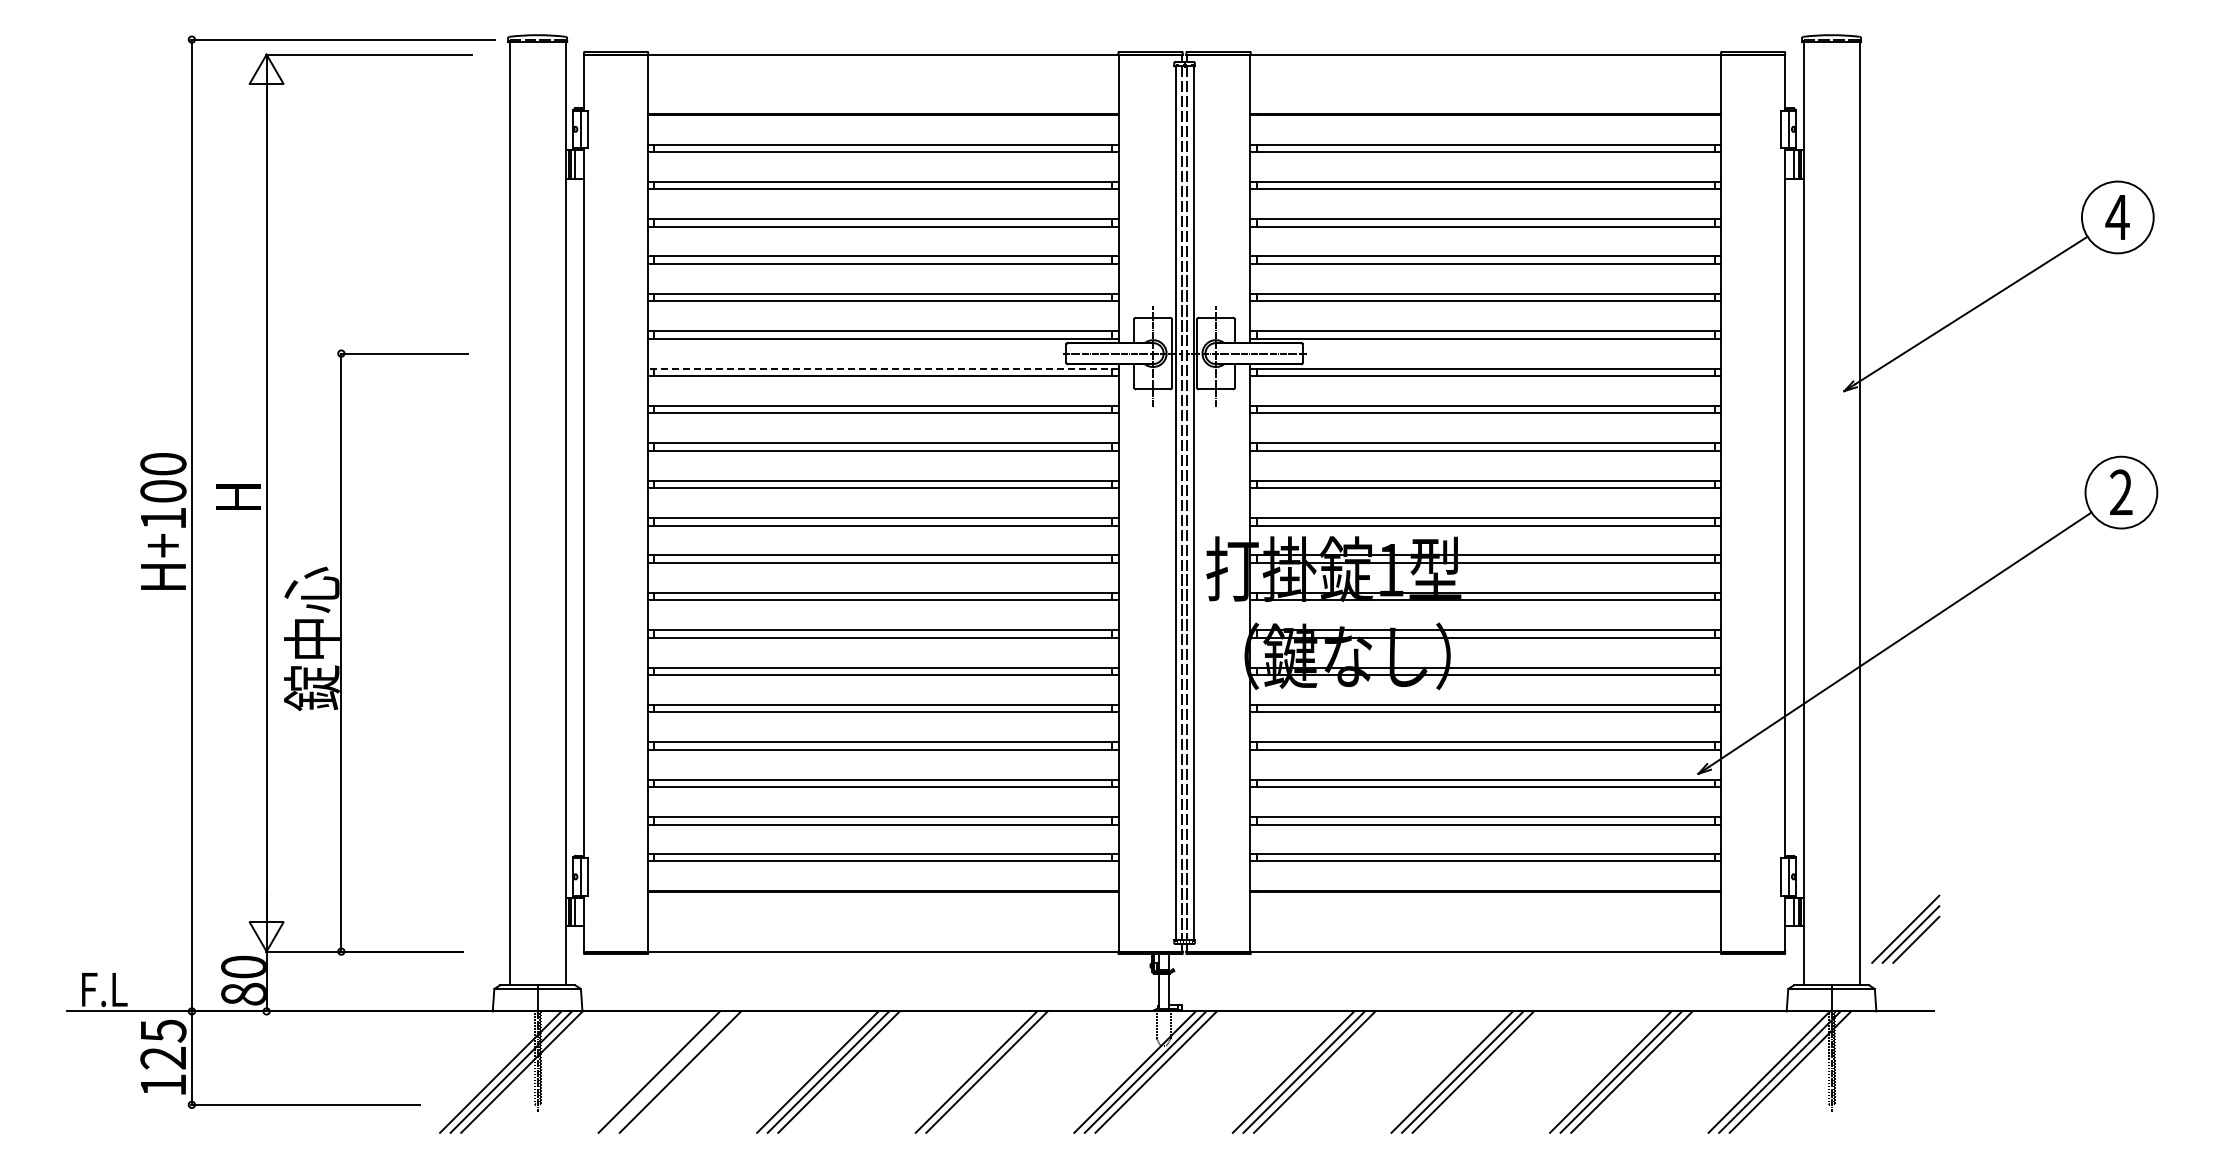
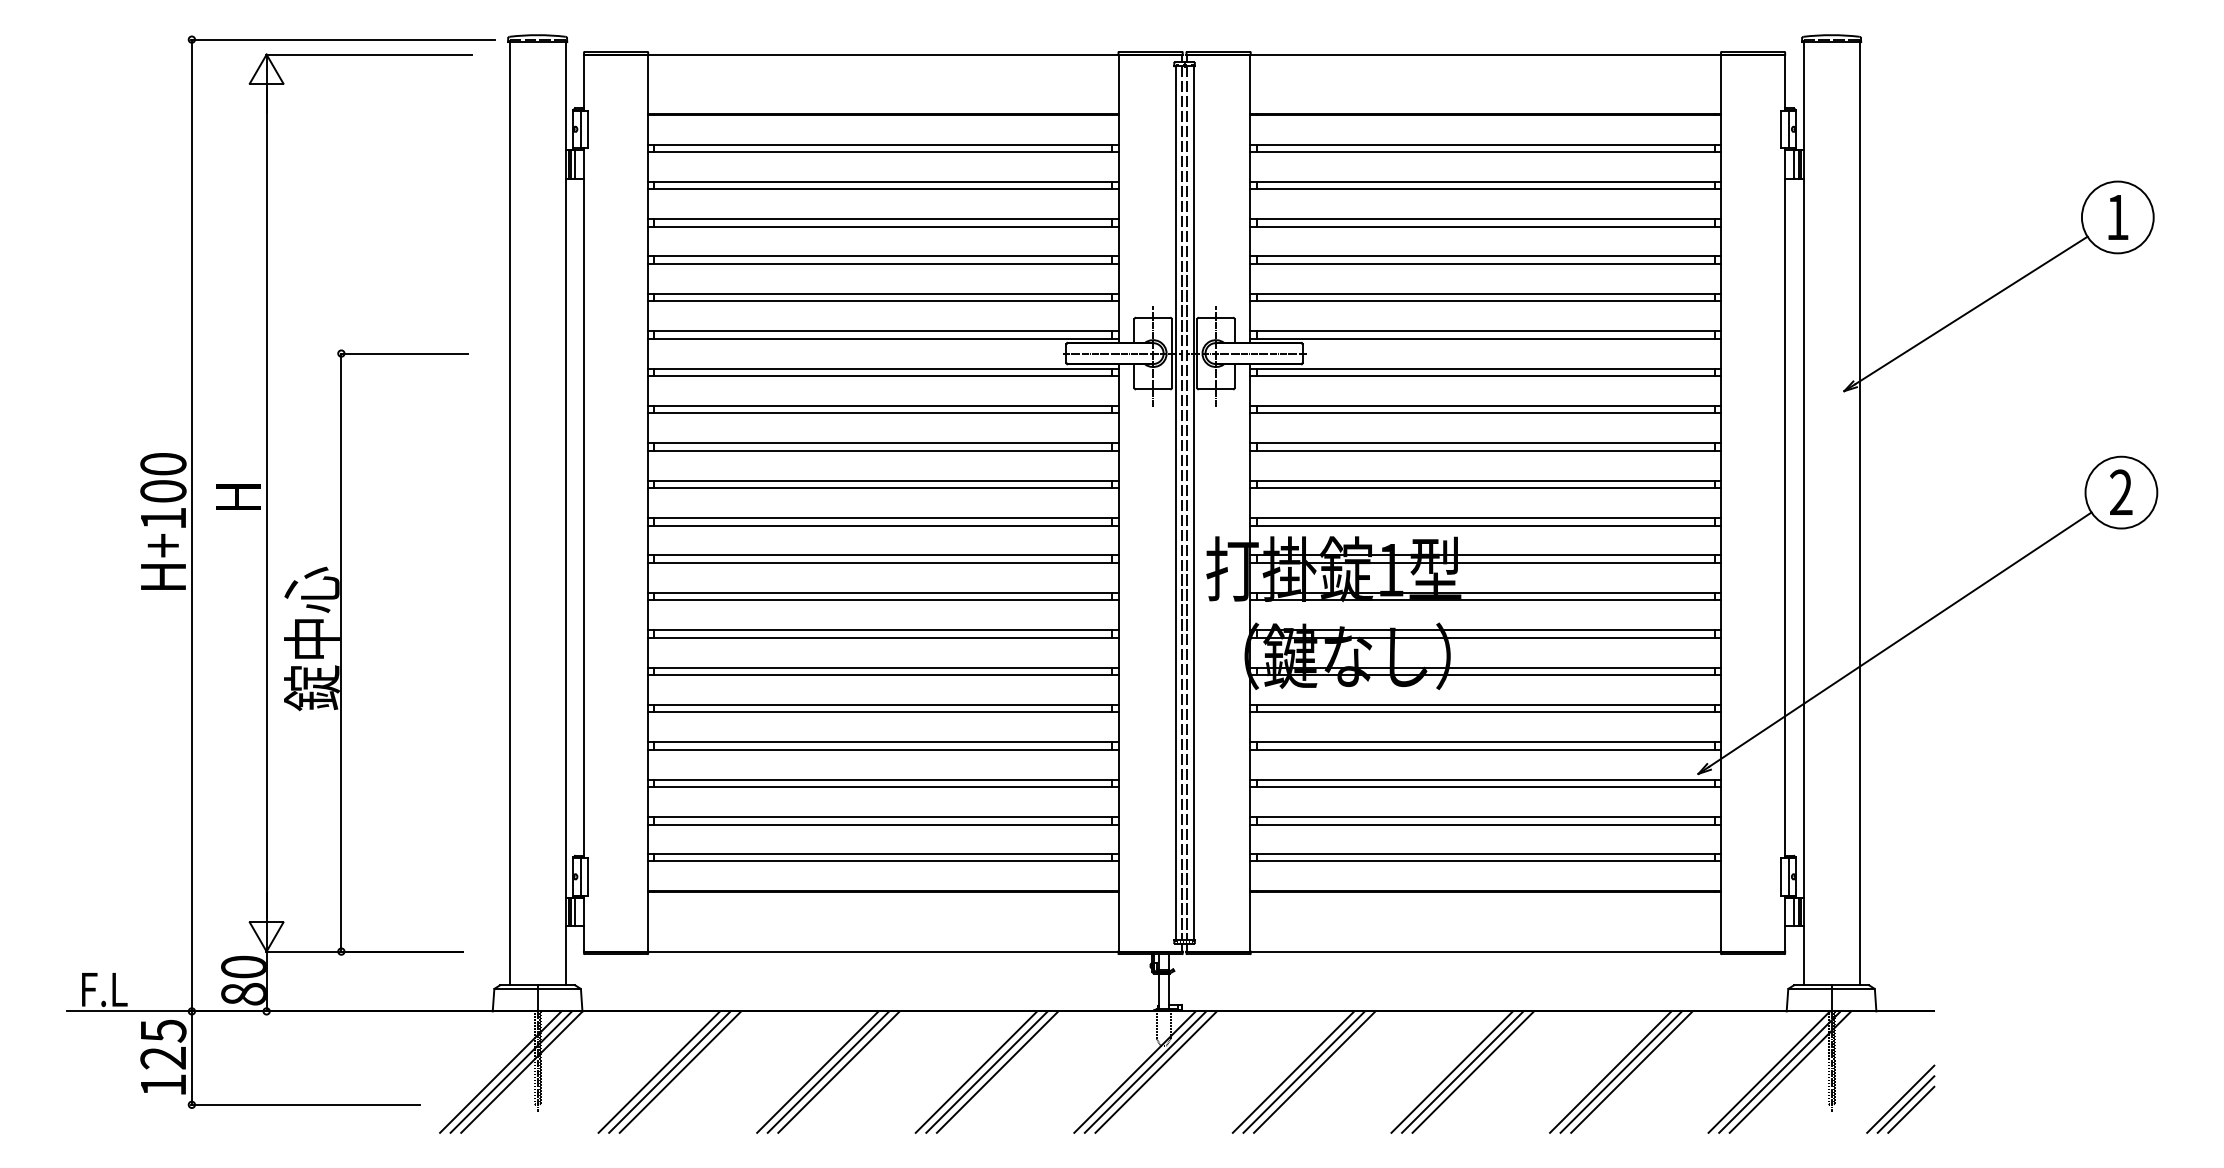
text at (2117, 217): 4 -> 1
line at (882, 368): dashed -> solid
part at (1905, 928) position: (1905, 928) -> (1900, 1098)
line at (669, 1071): none -> present
line at (997, 1071): none -> present
